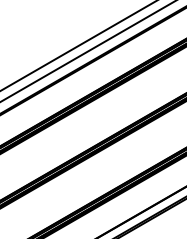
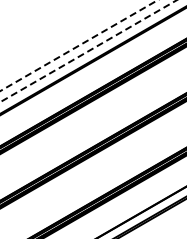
line at (79, 45): solid -> dashed
line at (89, 50): solid -> dashed
